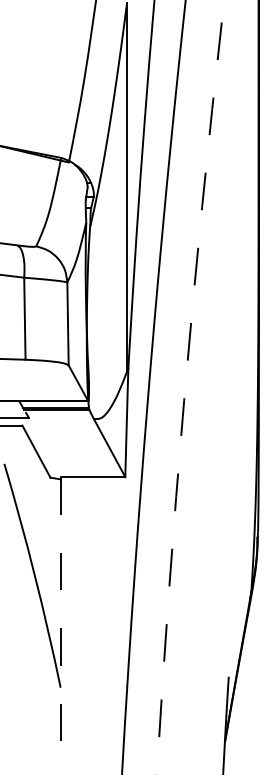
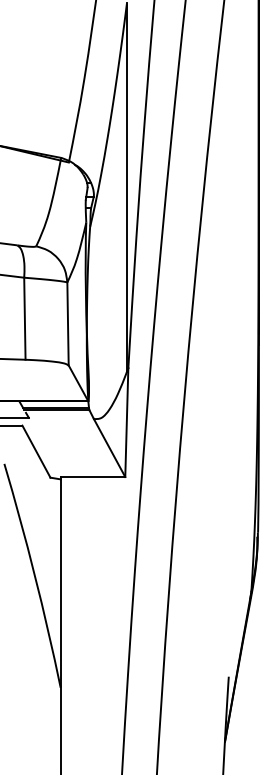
arc at (185, 387): dashed -> solid
line at (60, 625): dashed -> solid
